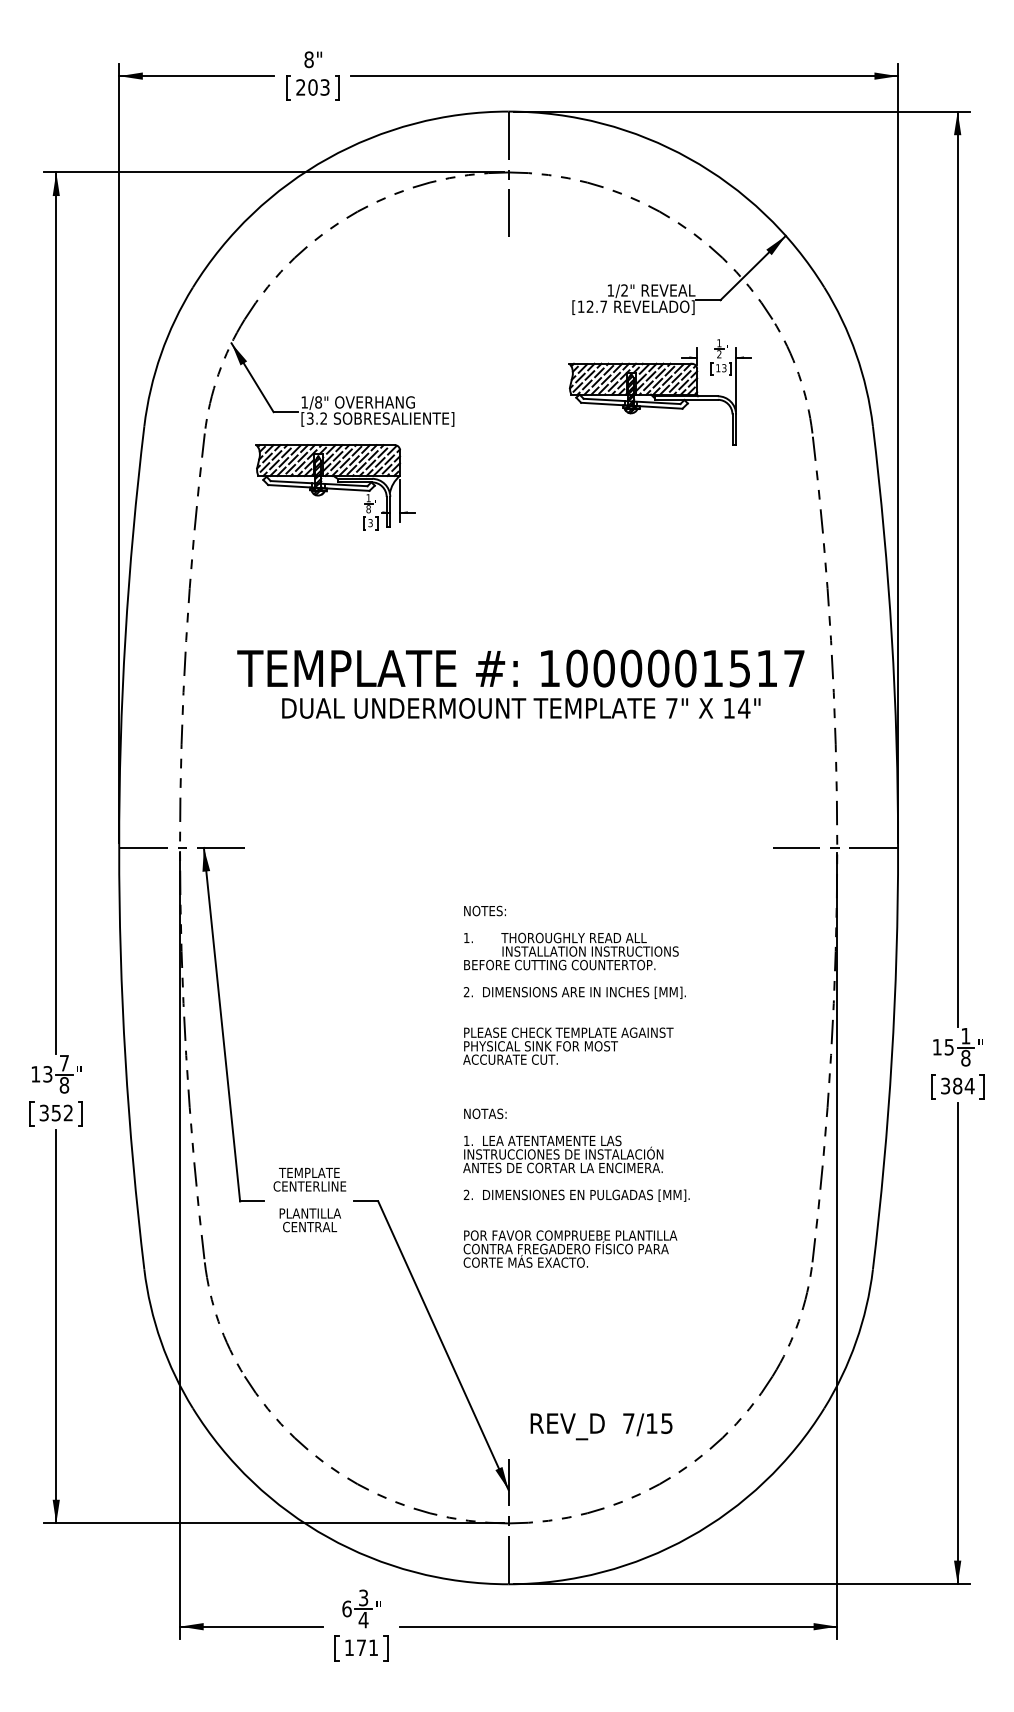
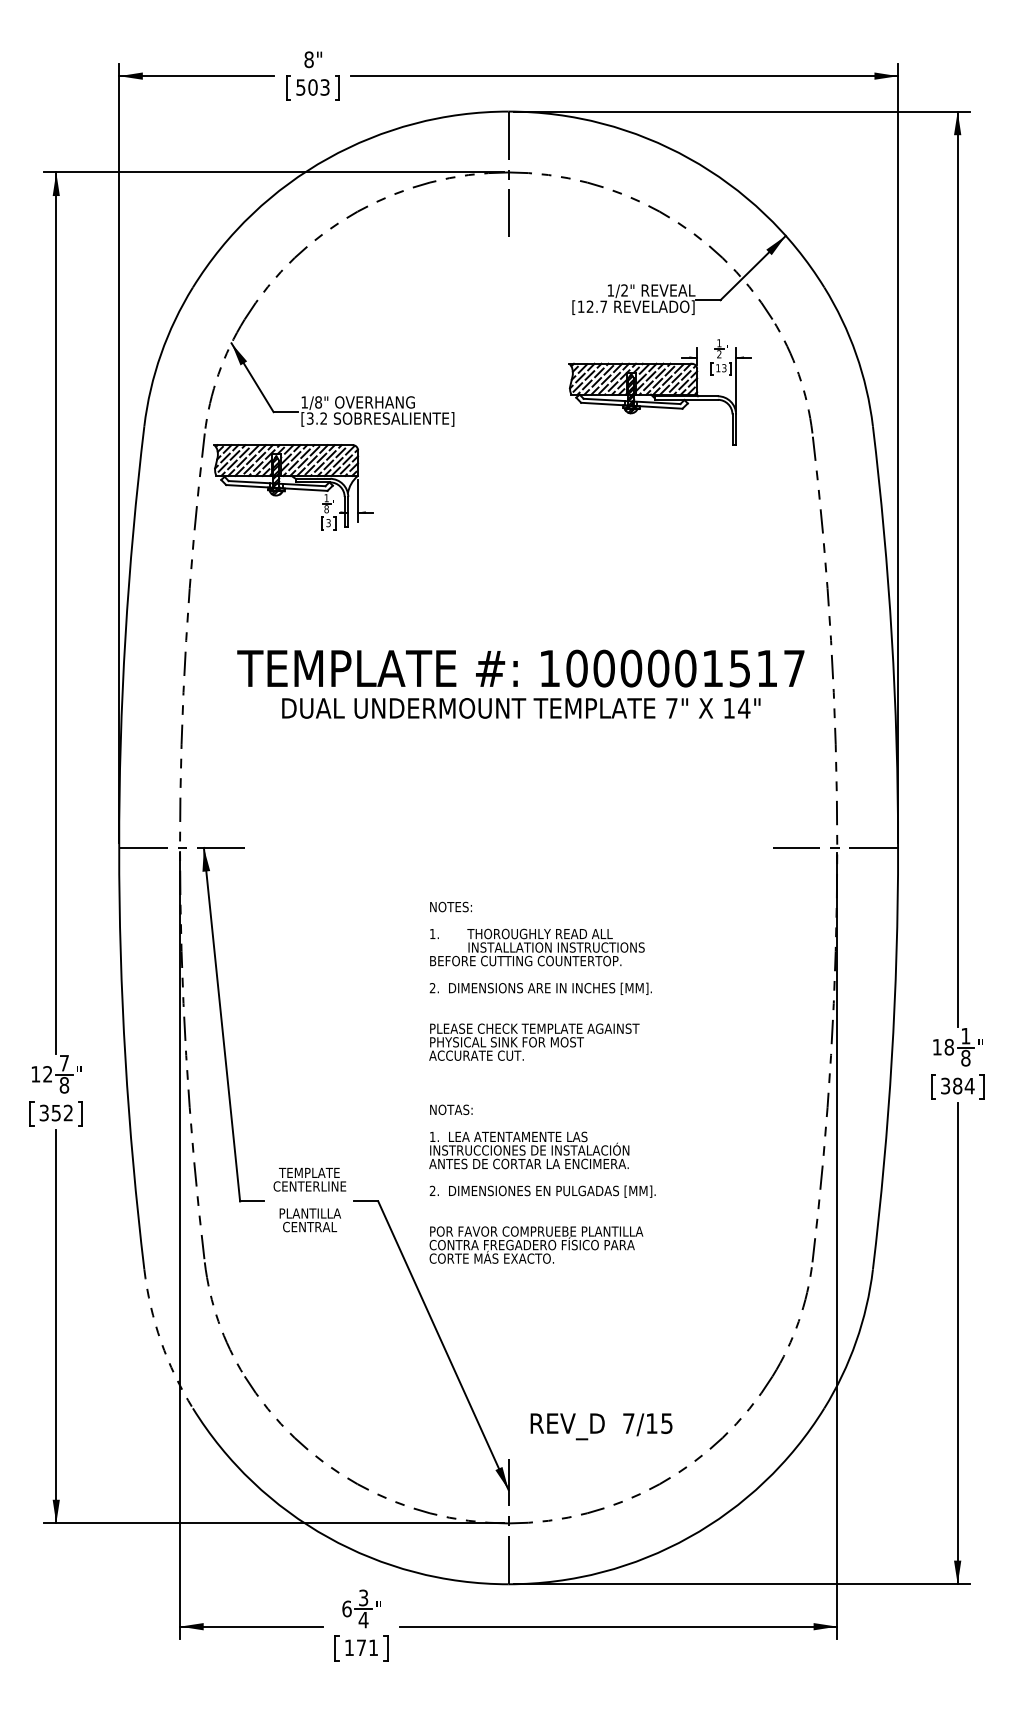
text at (300, 87): 203 -> 503
part at (335, 487) position: (335, 487) -> (293, 487)
text at (948, 1046): 15 -> 18
text at (47, 1074): 13 -> 12
text at (576, 1086) position: (576, 1086) -> (542, 1082)
arc at (161, 1341): solid -> dashed
